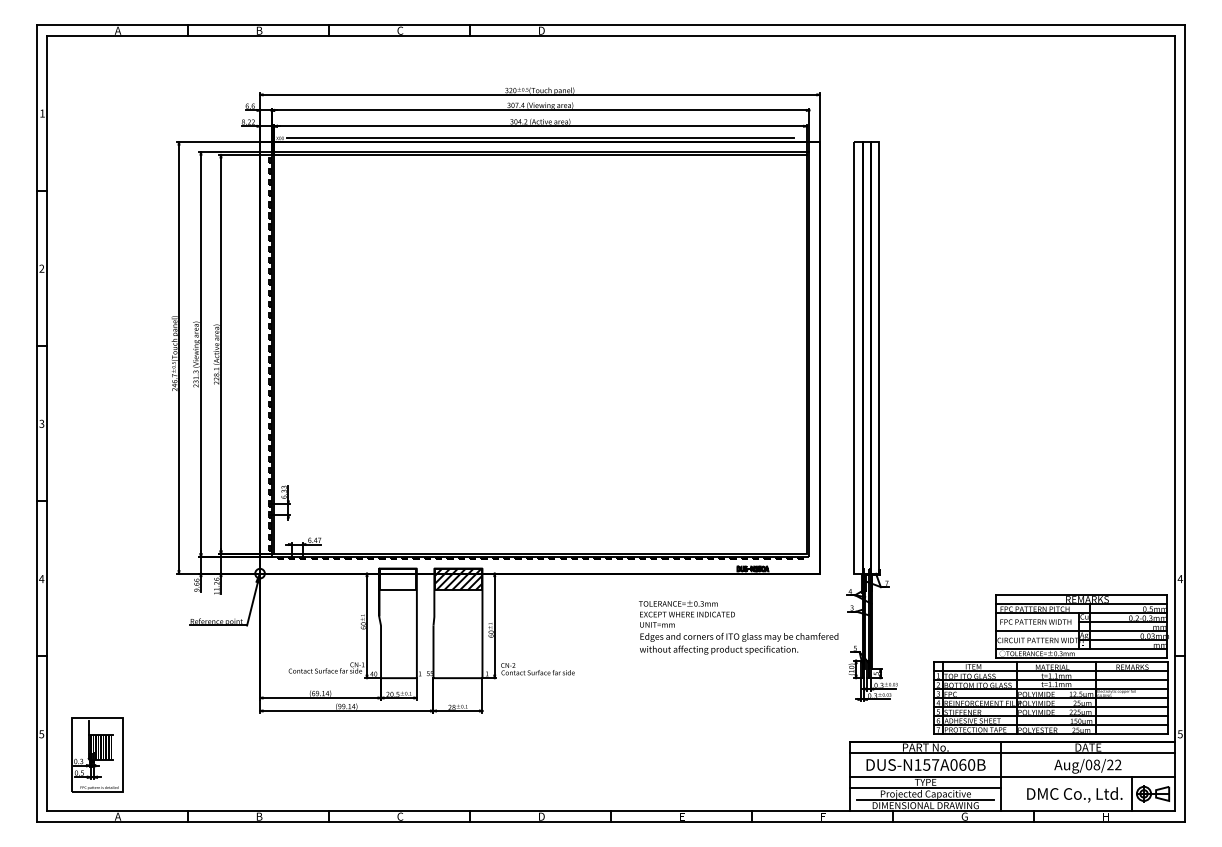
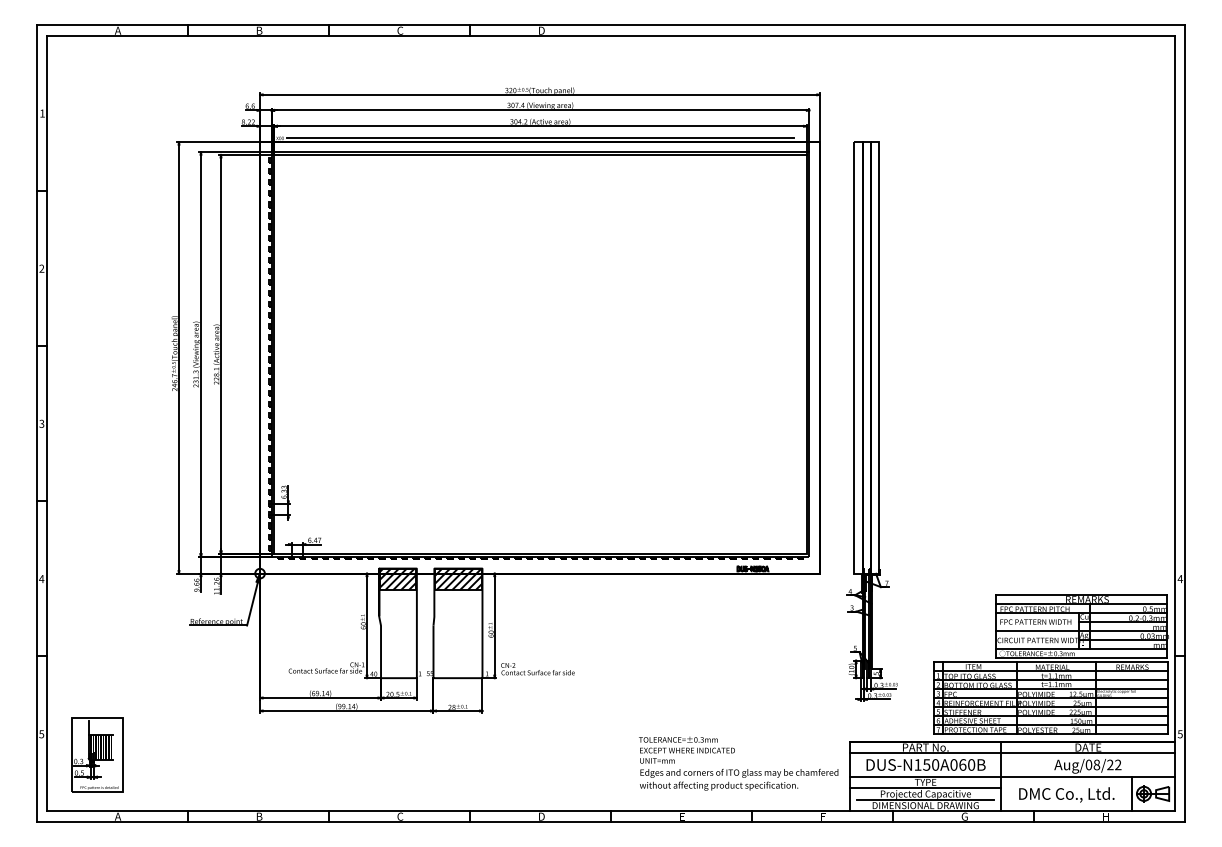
hatch at (398, 579): none -> present
text at (738, 627) position: (738, 627) -> (738, 763)
text at (935, 764): DUS-N157A060B -> DUS-N150A060B
text at (1074, 794) position: (1074, 794) -> (1066, 794)
